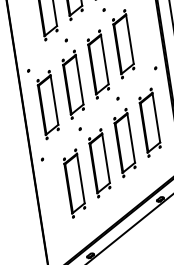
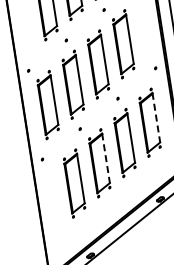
line at (156, 118): solid -> dashed
line at (106, 158): solid -> dashed
